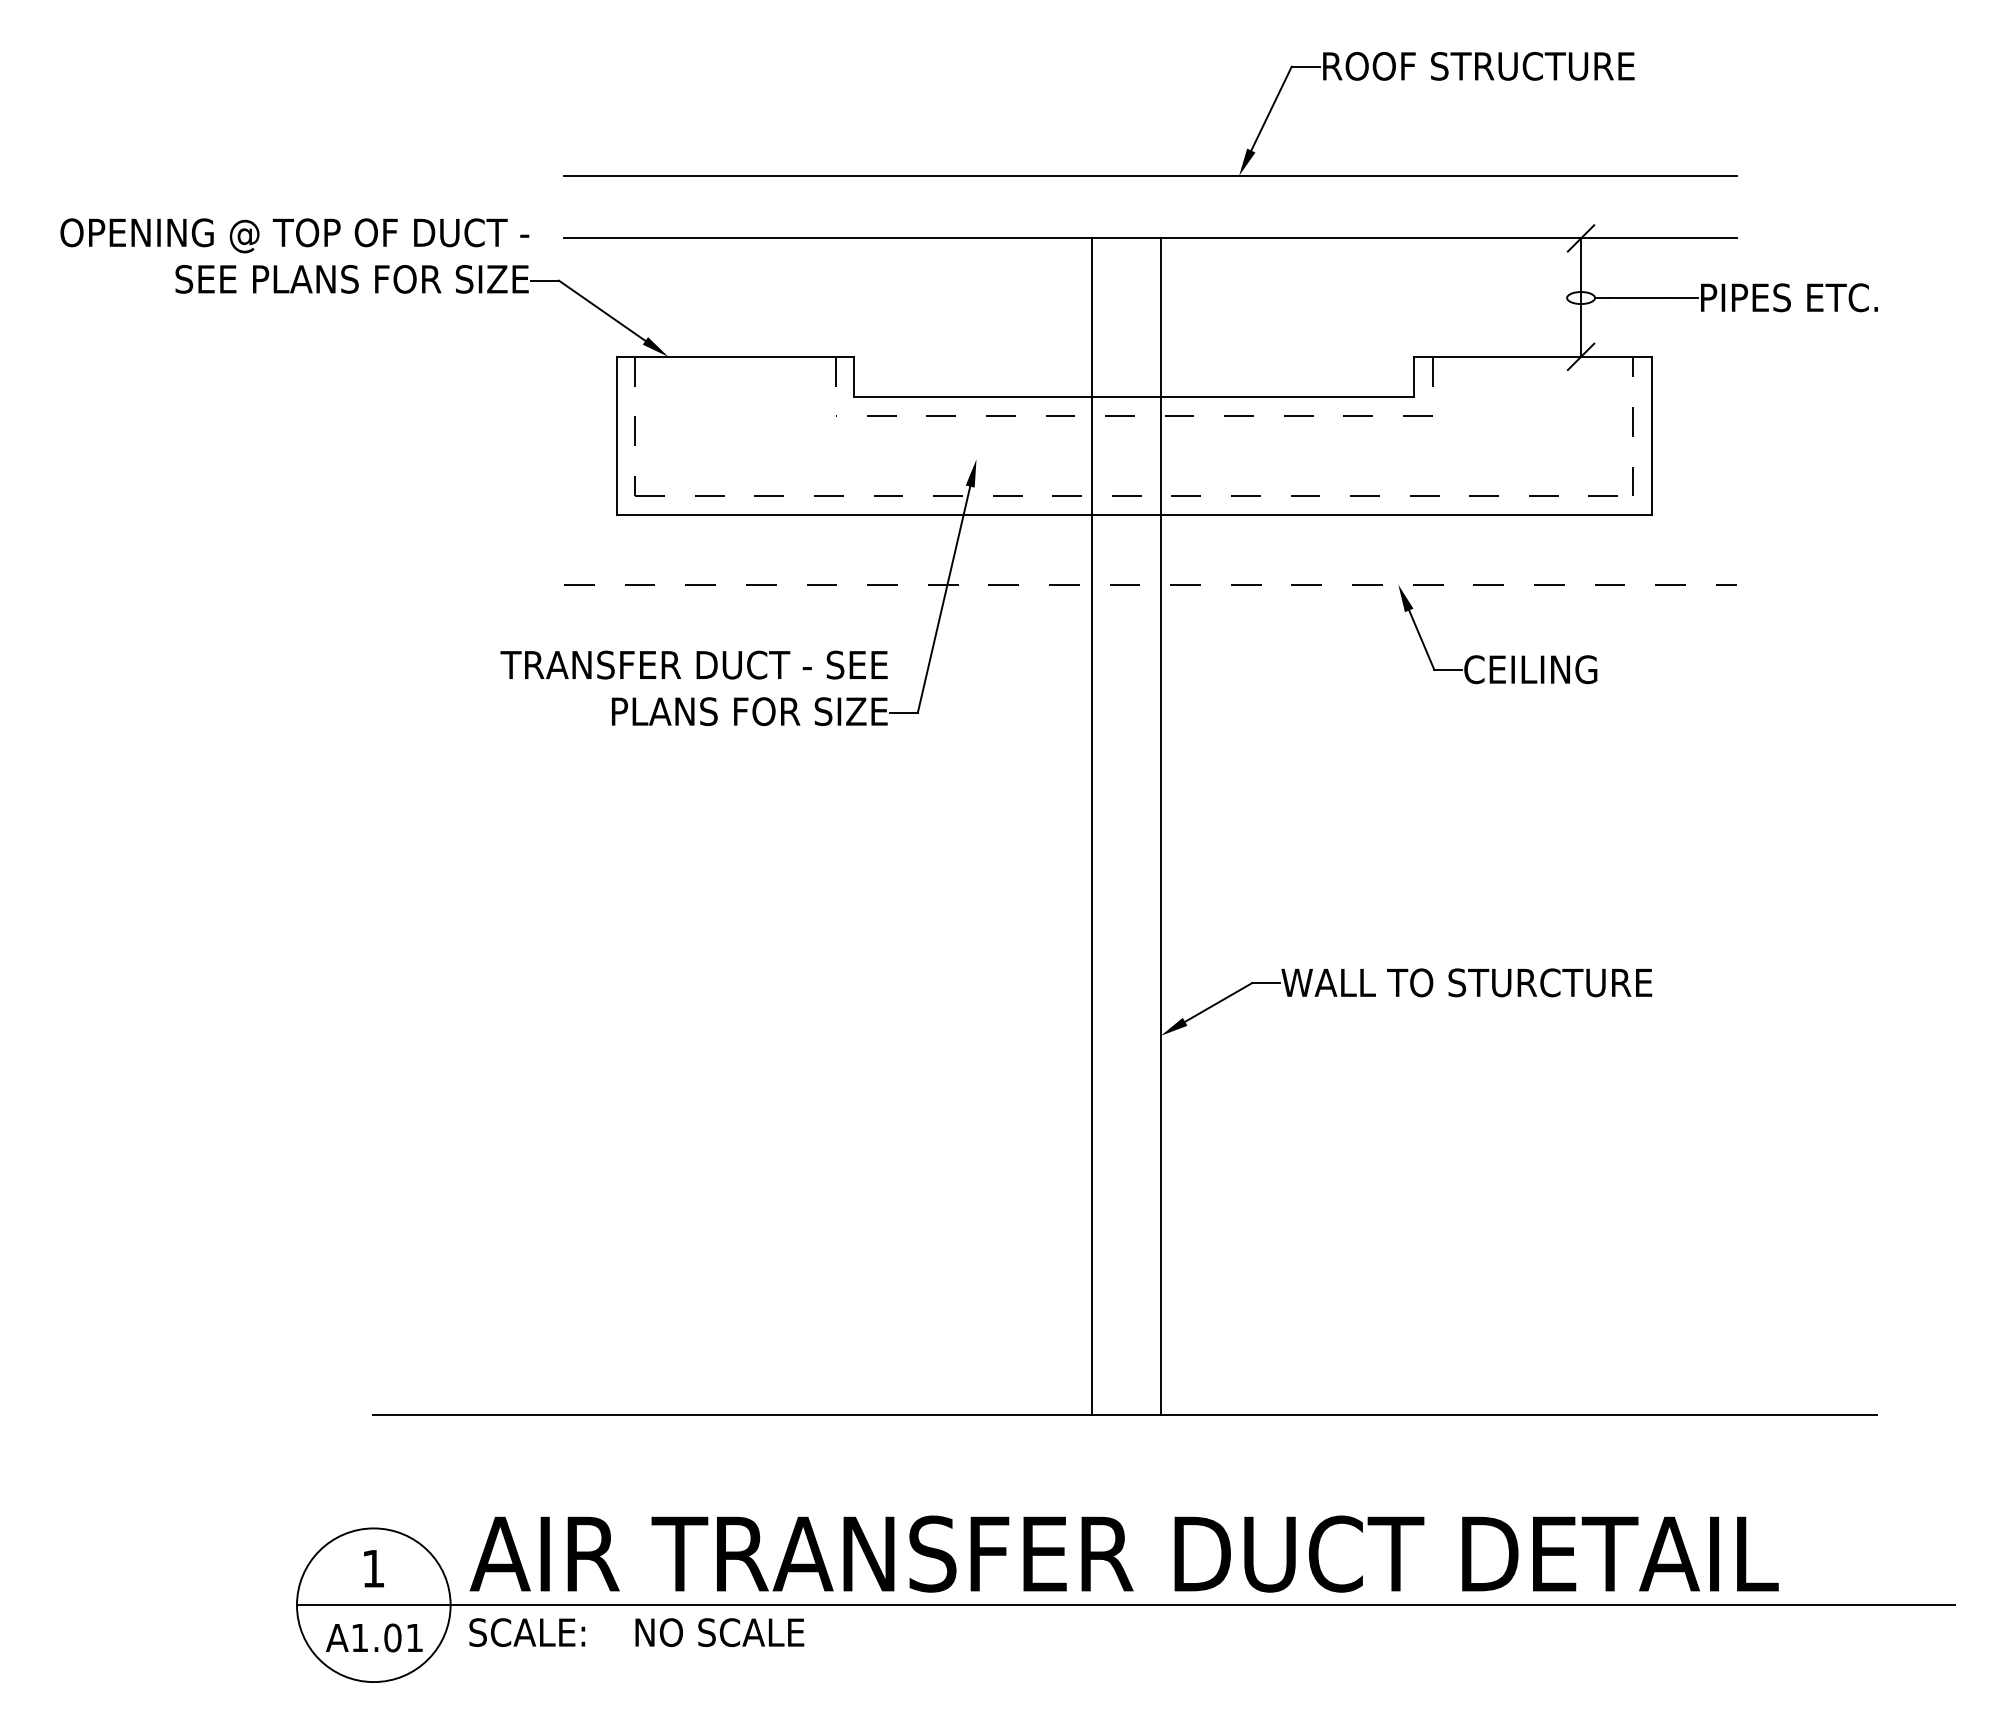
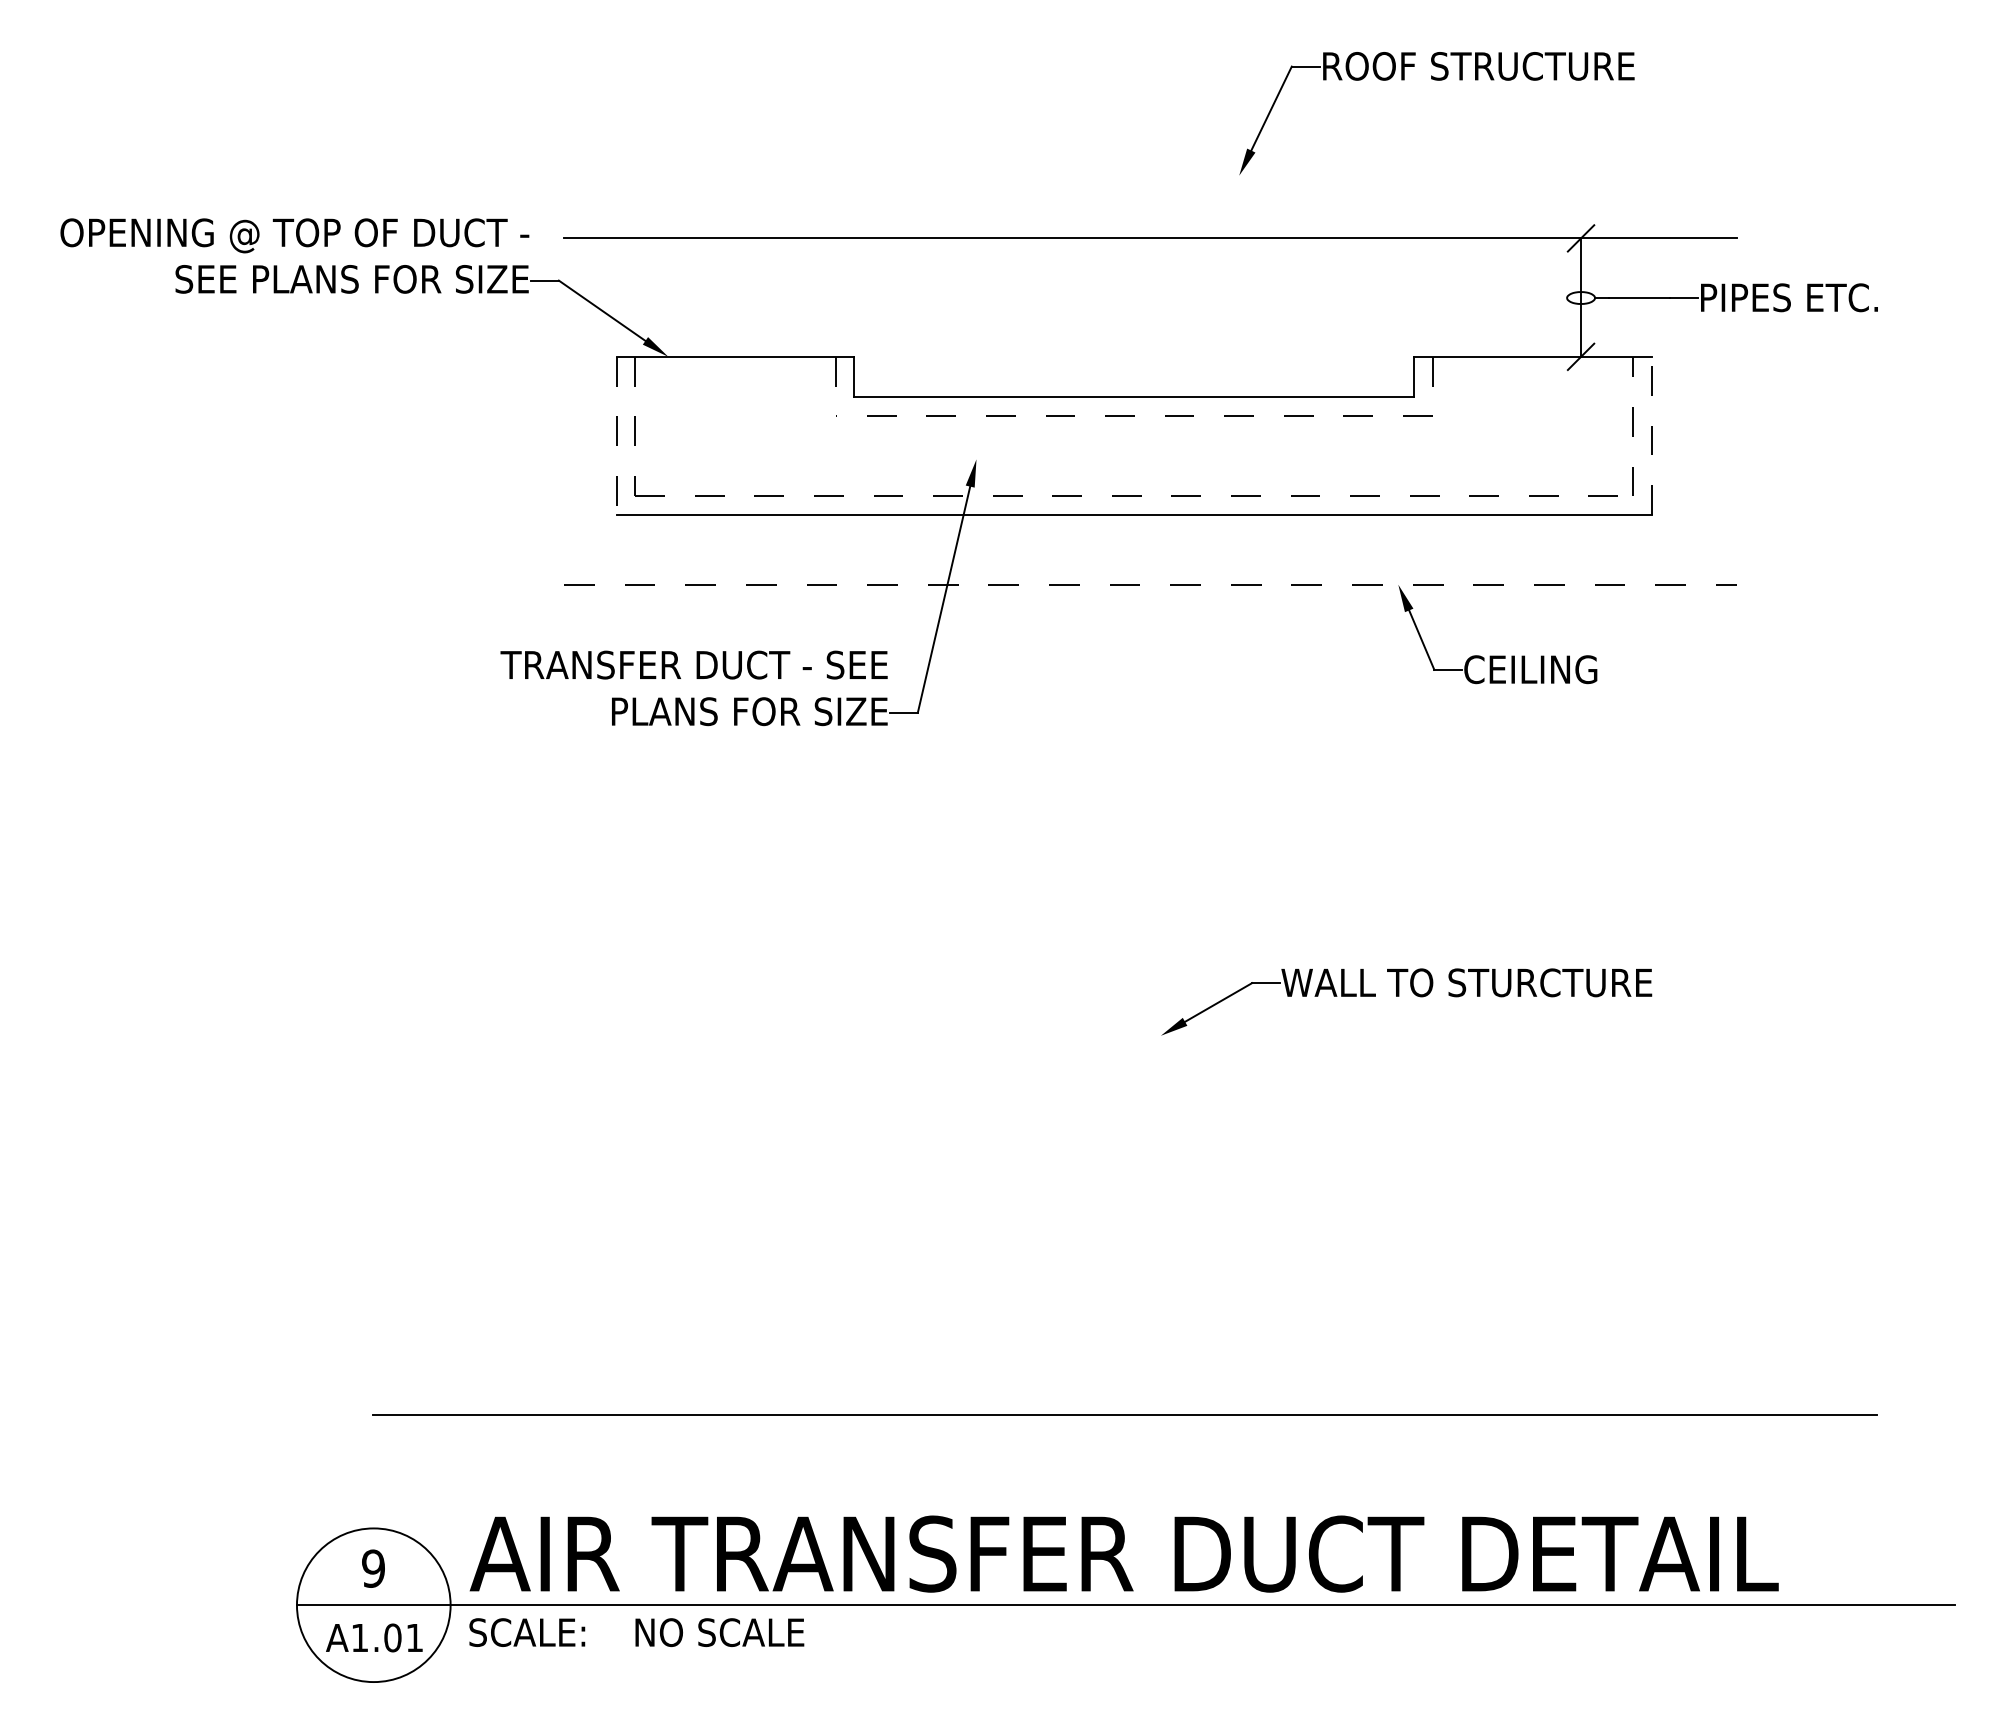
line at (1150, 175): present -> none
line at (1651, 435): solid -> dashed
line at (616, 436): solid -> dashed
line at (1091, 826): present -> none
line at (1160, 826): present -> none
text at (373, 1568): 1 -> 9
